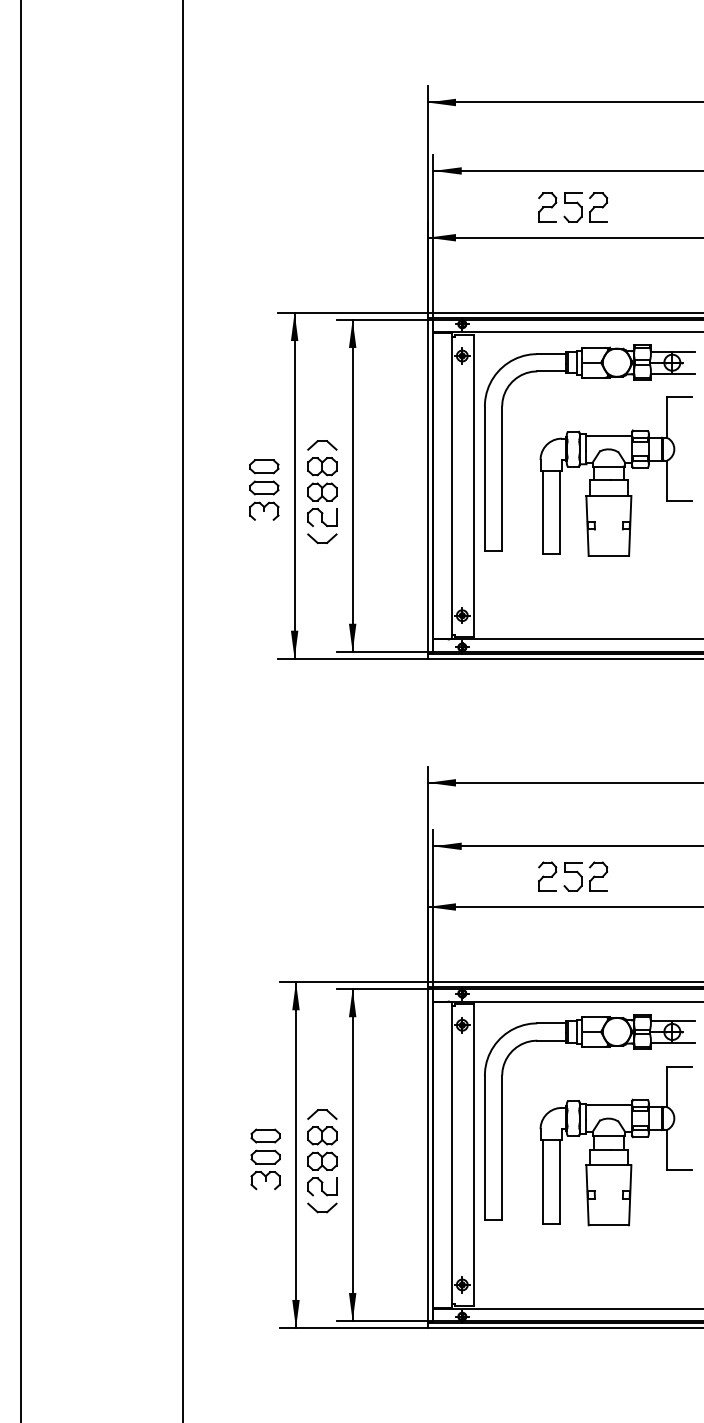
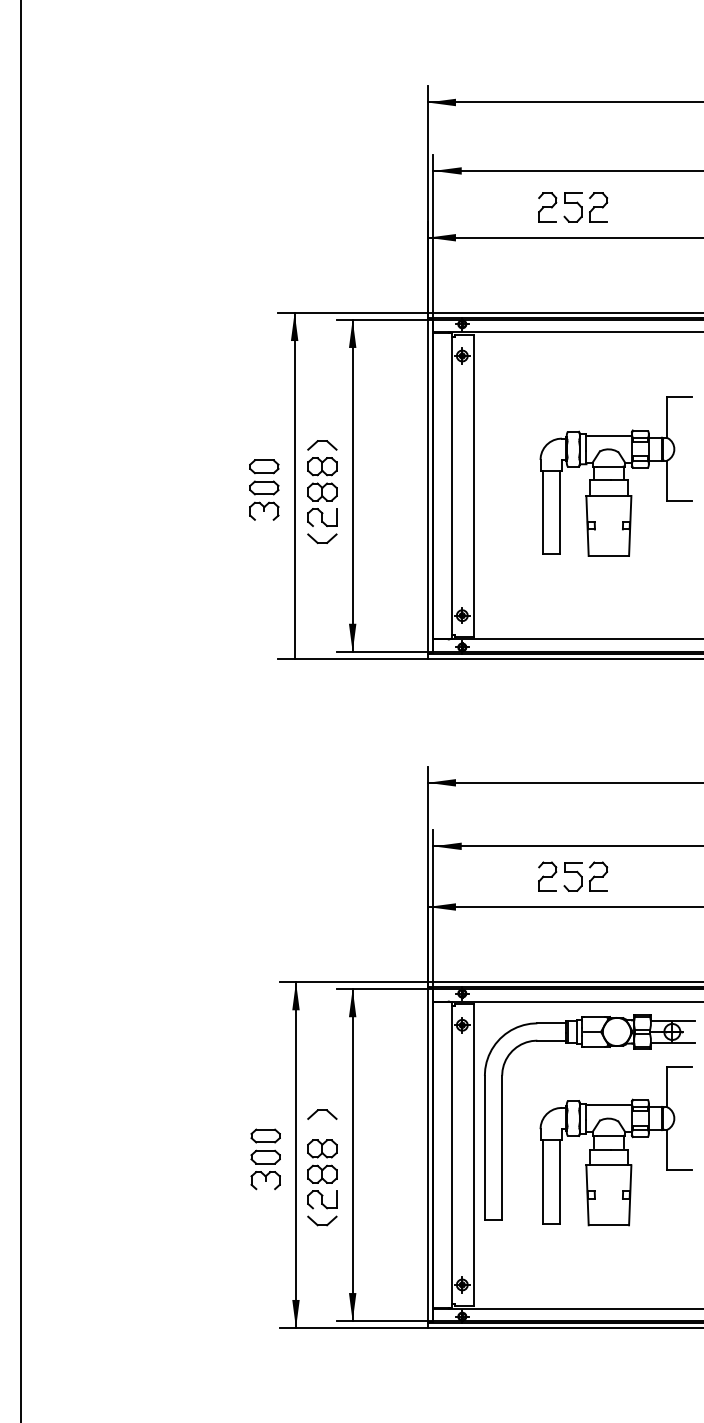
part at (589, 378): present -> none
fill at (294, 644): present -> none
line at (182, 710): present -> none
part at (322, 1169) position: (322, 1169) -> (322, 1182)
